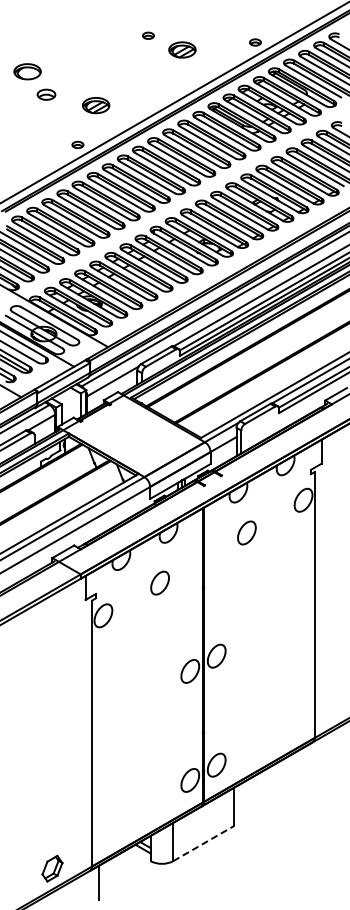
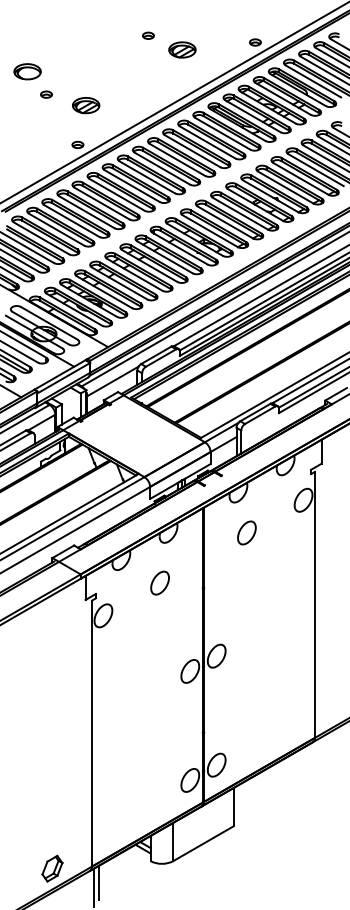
part at (46, 94) size: 21x13 px -> 13x9 px
part at (96, 105) position: (96, 105) -> (86, 105)
line at (203, 843): dashed -> solid
line at (93, 887): none -> present
